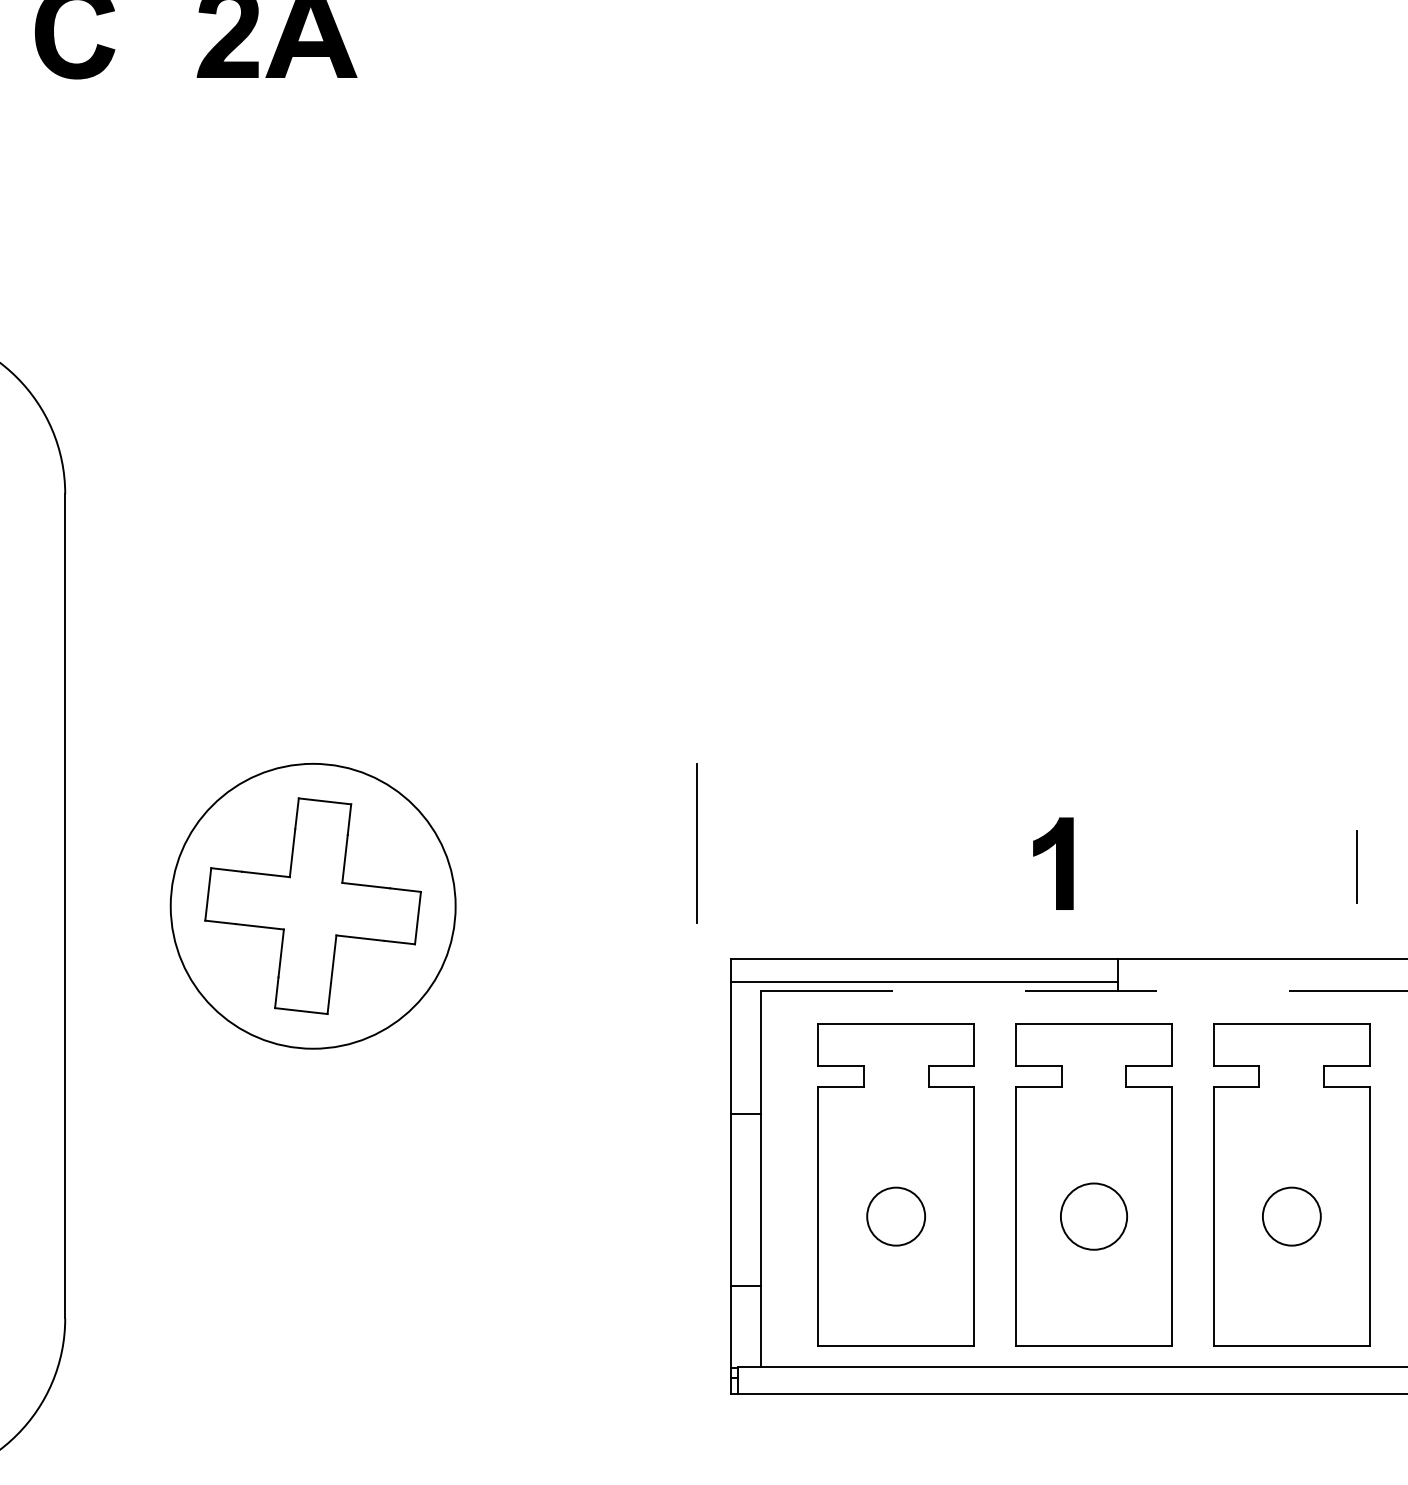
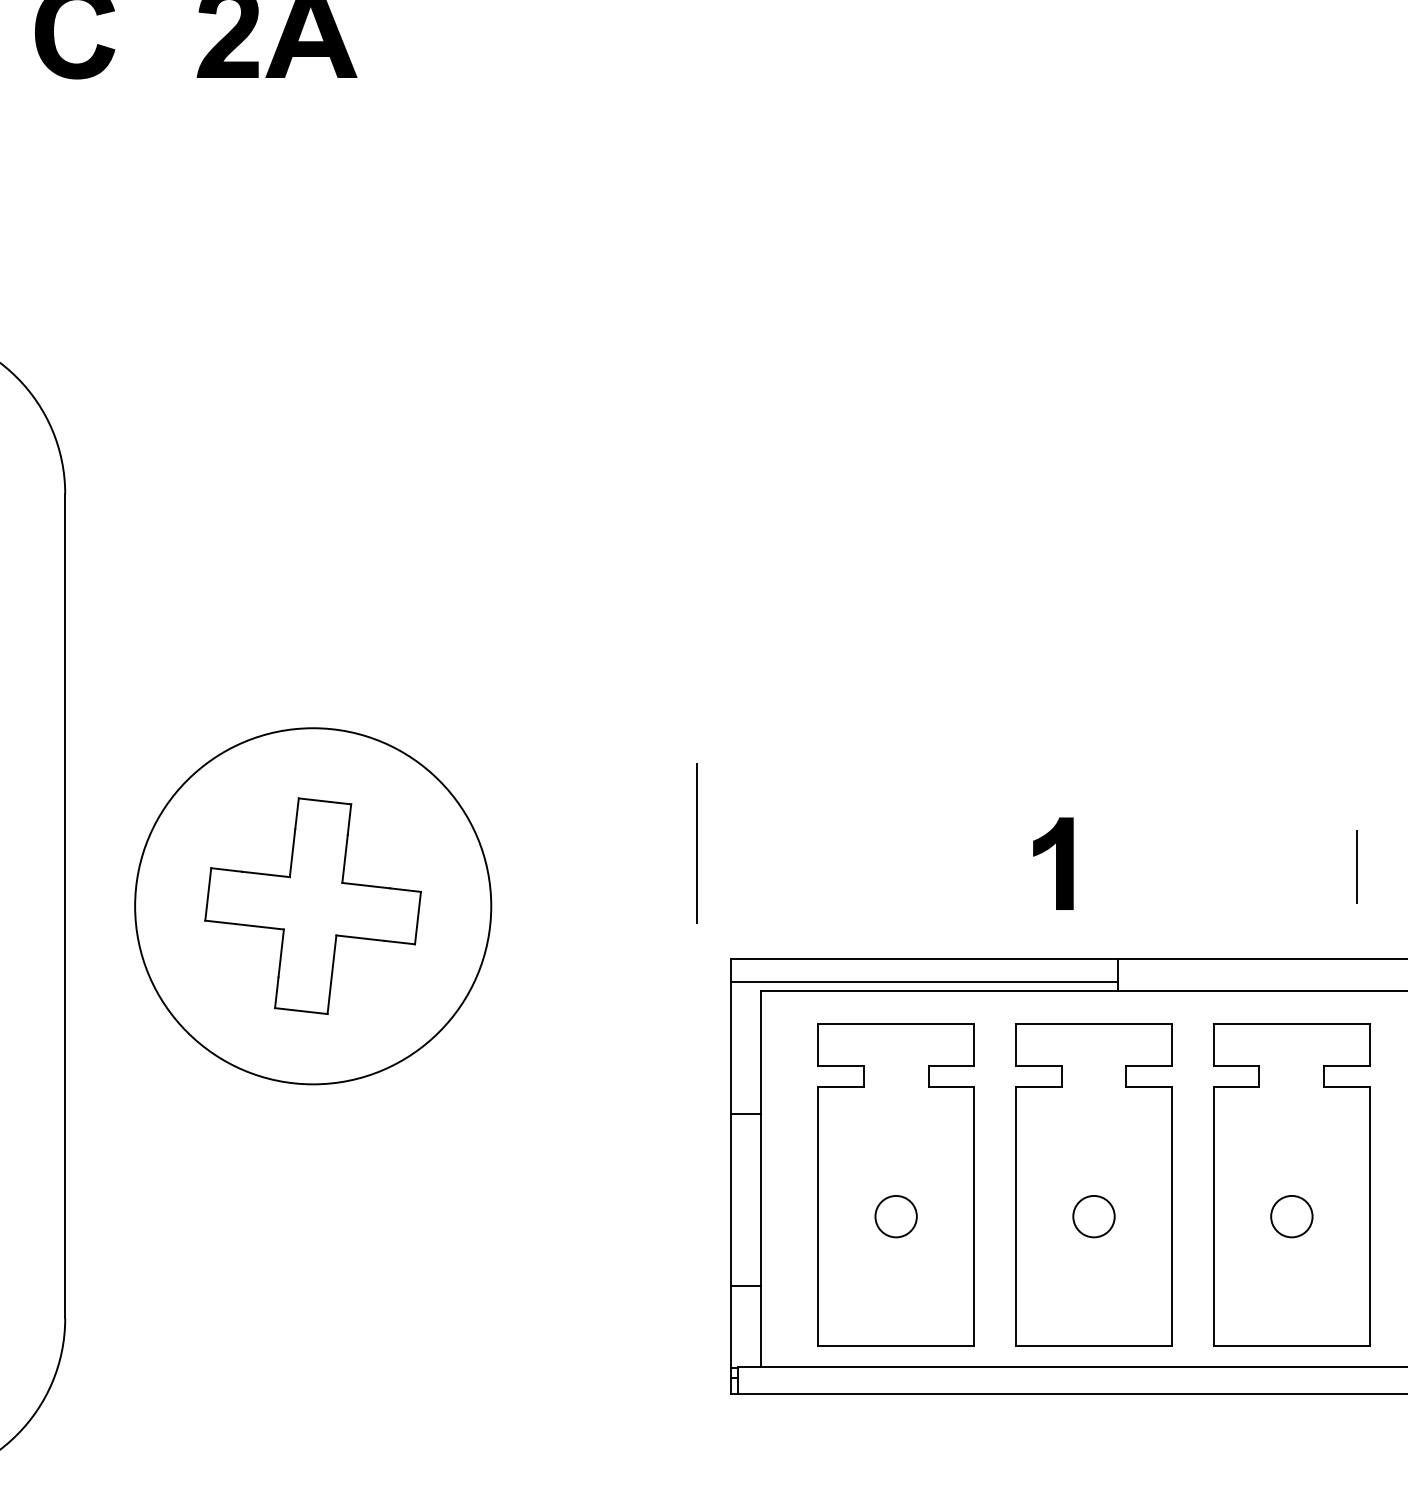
circle at (312, 905) diameter: 285 px -> 356 px
line at (1085, 990): dashed -> solid
circle at (896, 1216) diameter: 58 px -> 41 px
circle at (1093, 1216) diameter: 66 px -> 41 px
circle at (1291, 1216) diameter: 58 px -> 41 px
